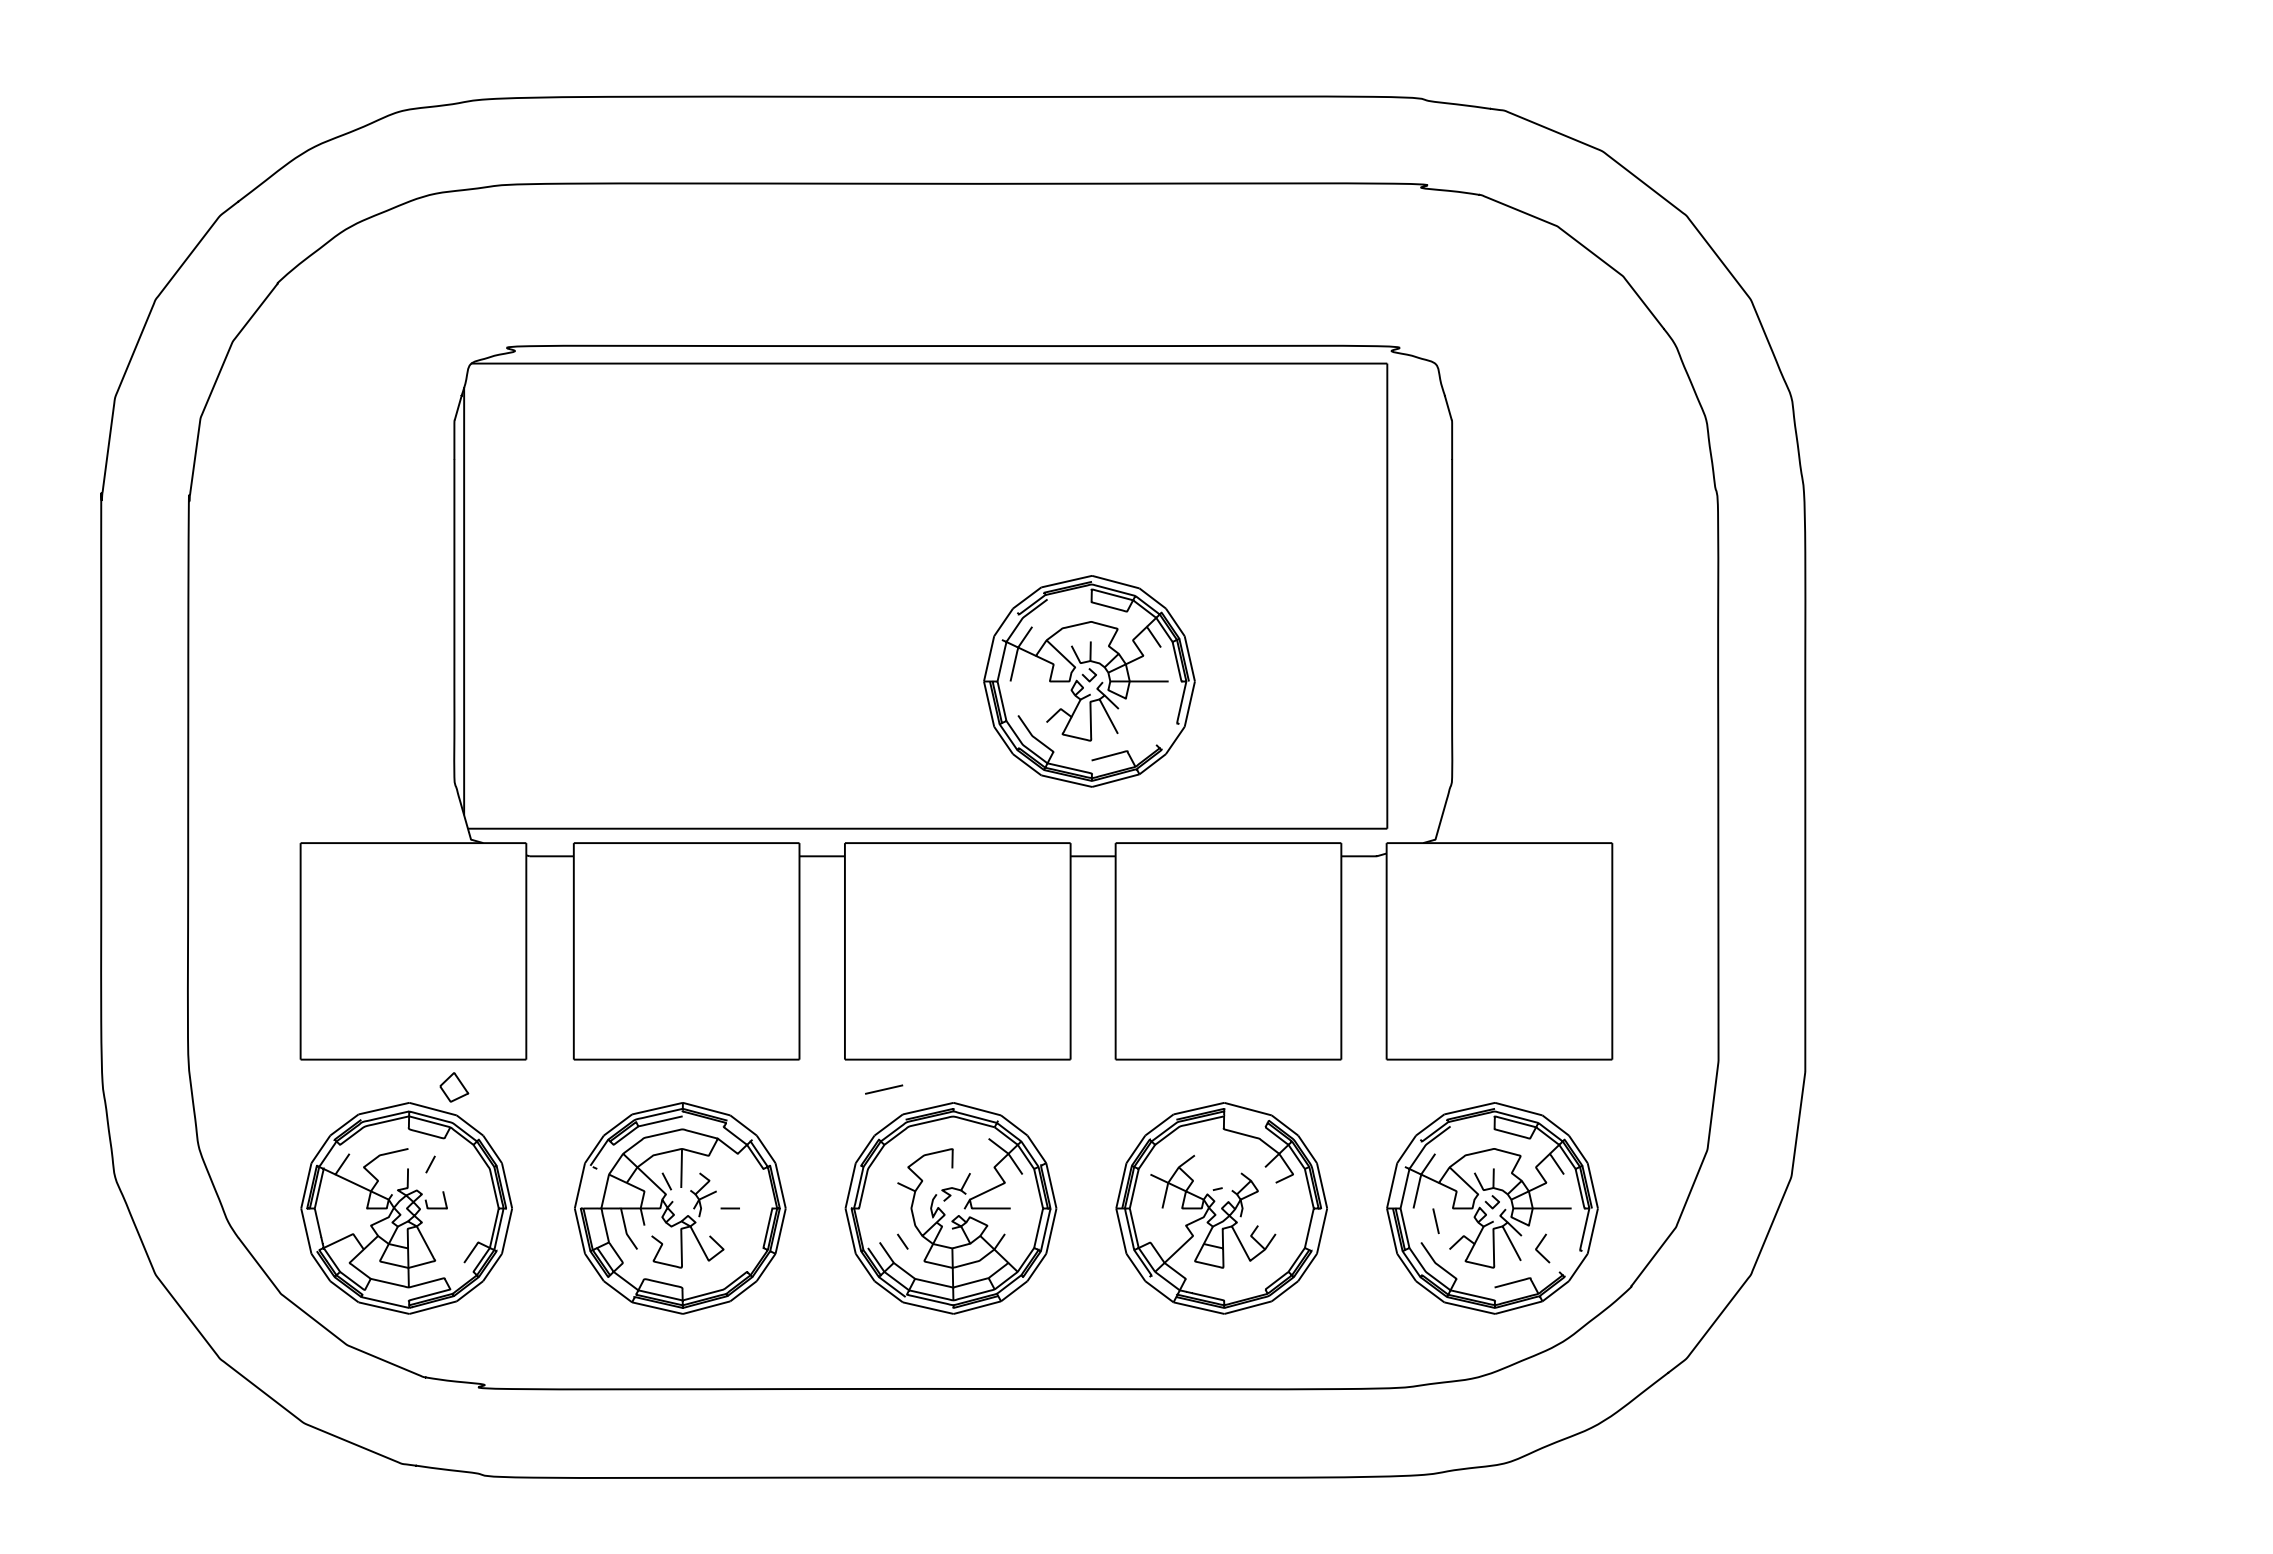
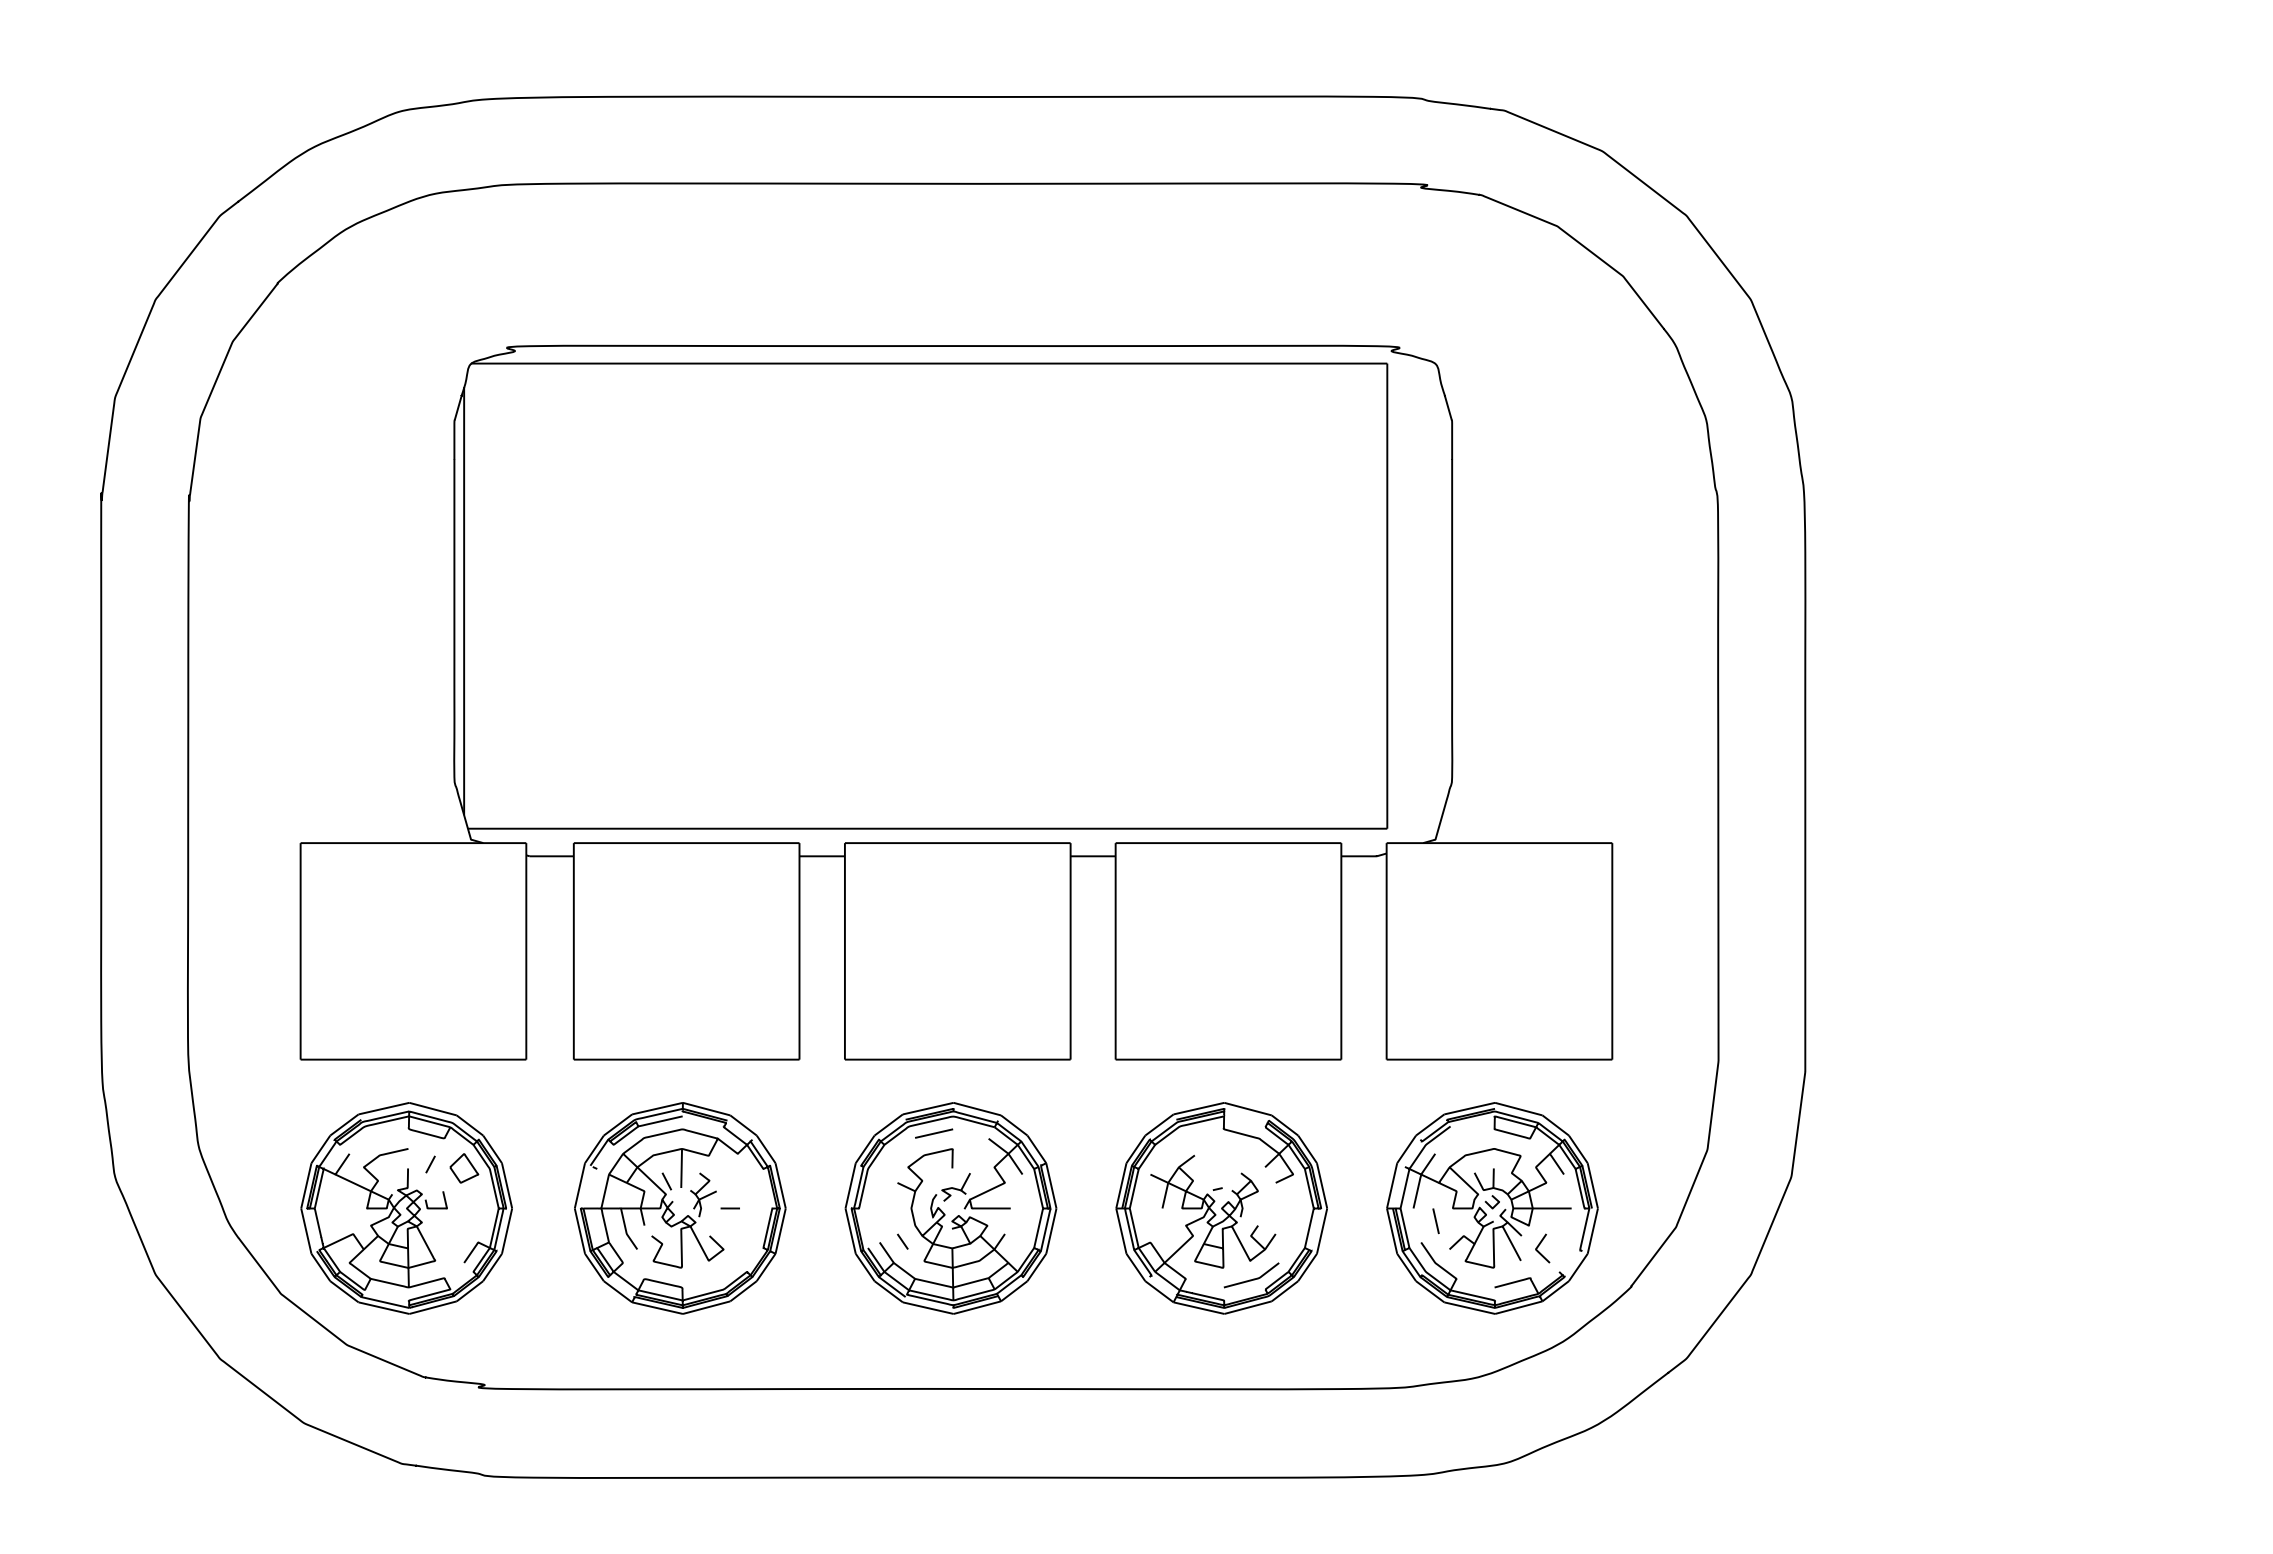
part at (1089, 681): present -> none
part at (454, 1087) position: (454, 1087) -> (464, 1168)
line at (884, 1089) position: (884, 1089) -> (934, 1133)
curve at (1253, 1278): none -> present
